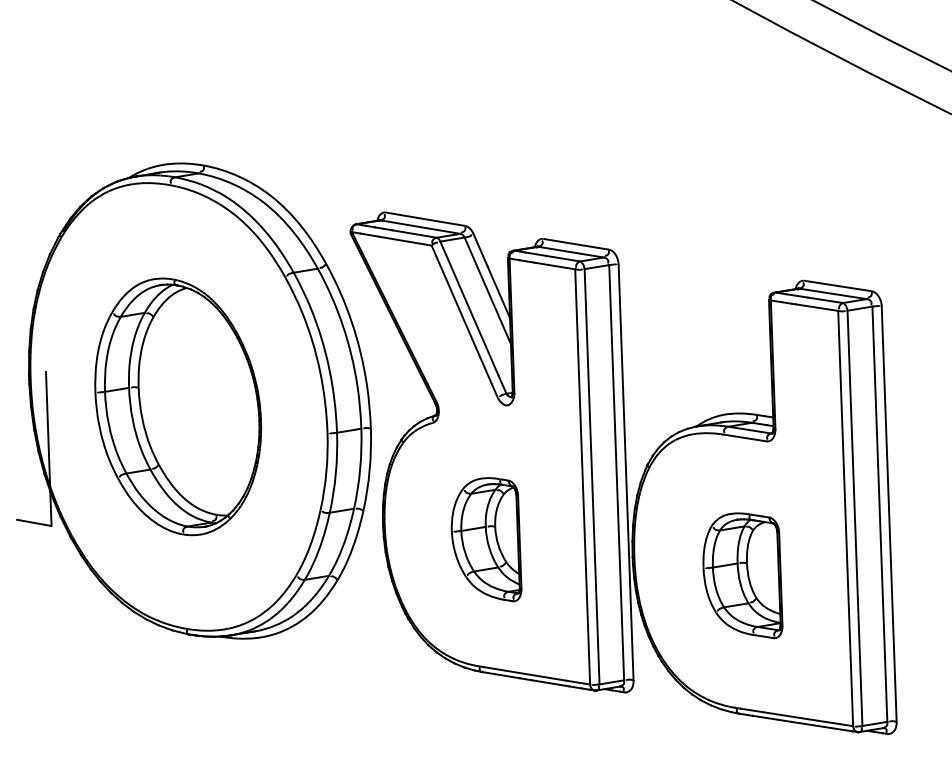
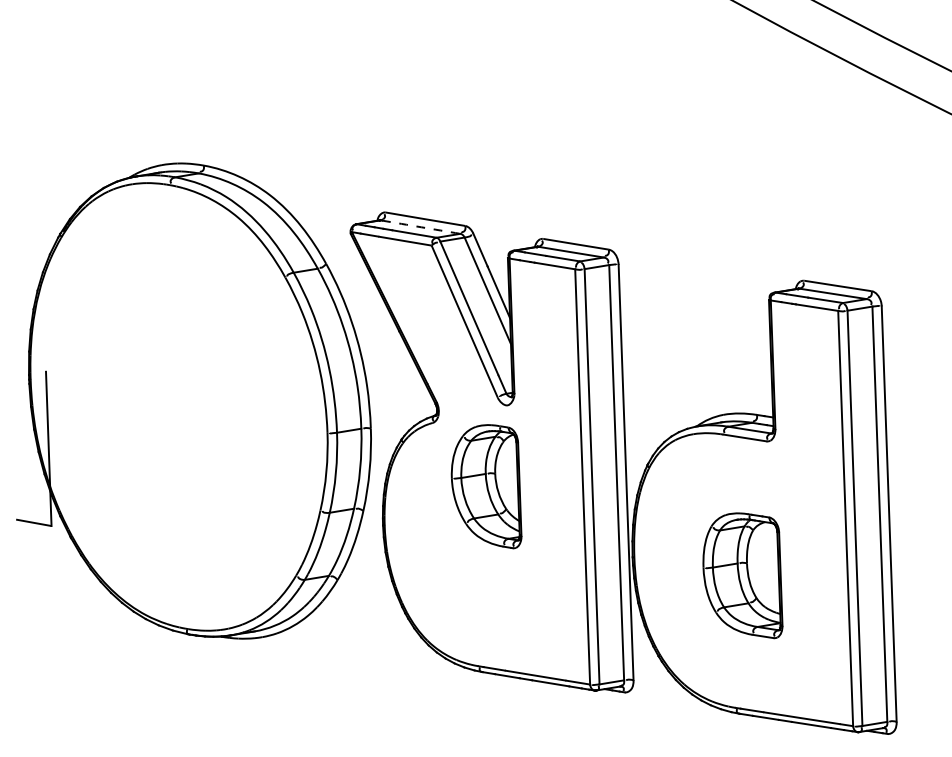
arc at (421, 227): solid -> dashed
part at (178, 406): present -> none
part at (486, 539) position: (486, 539) -> (486, 486)
